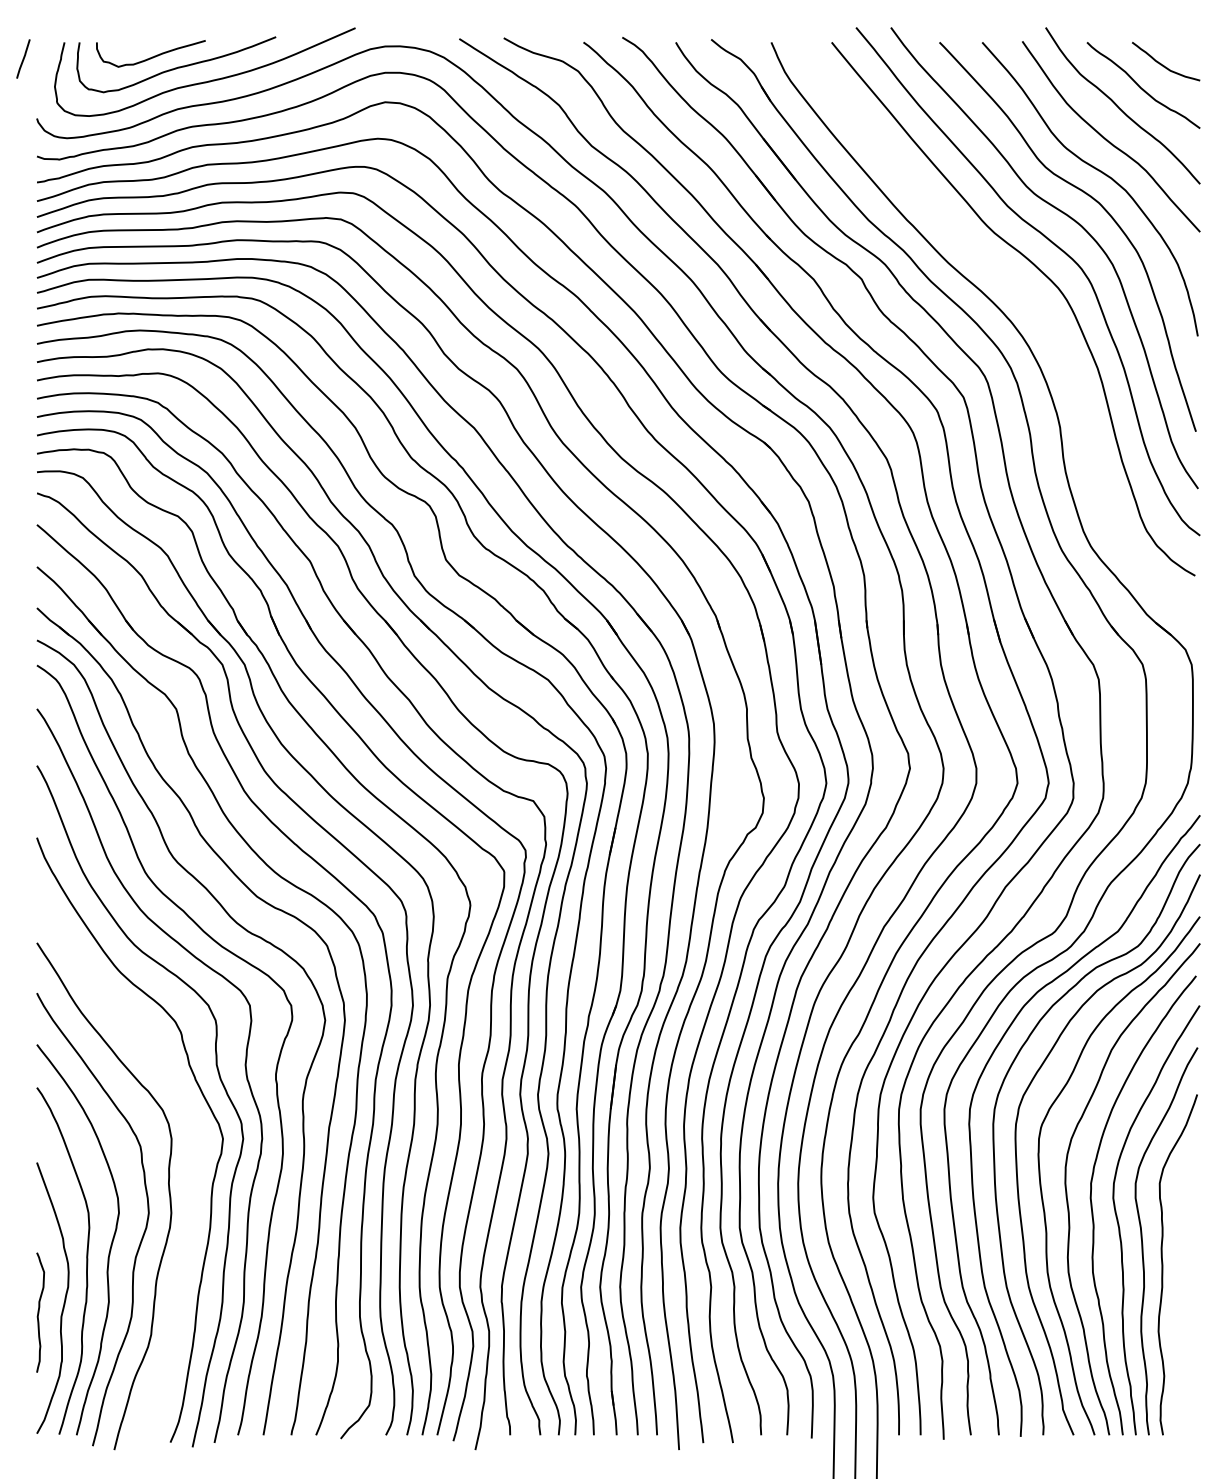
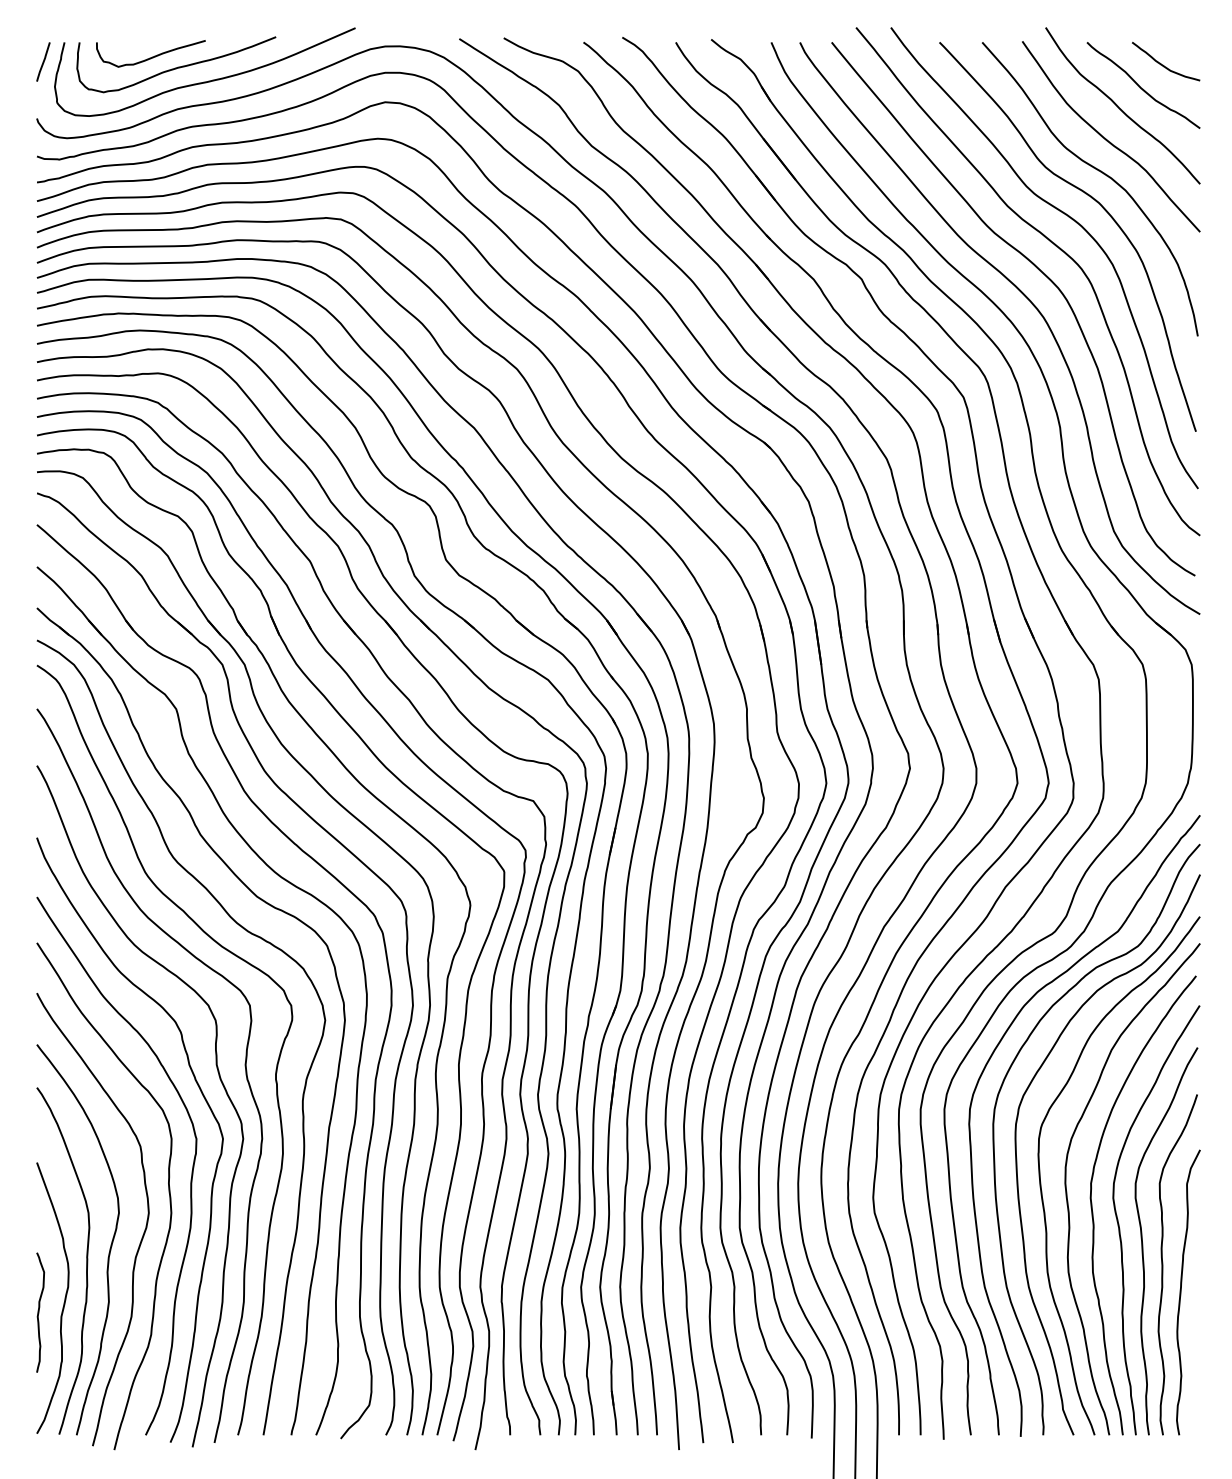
line at (23, 58) position: (23, 58) -> (43, 61)
curve at (1032, 305): none -> present
curve at (191, 1171): none -> present
curve at (1181, 1292): none -> present
